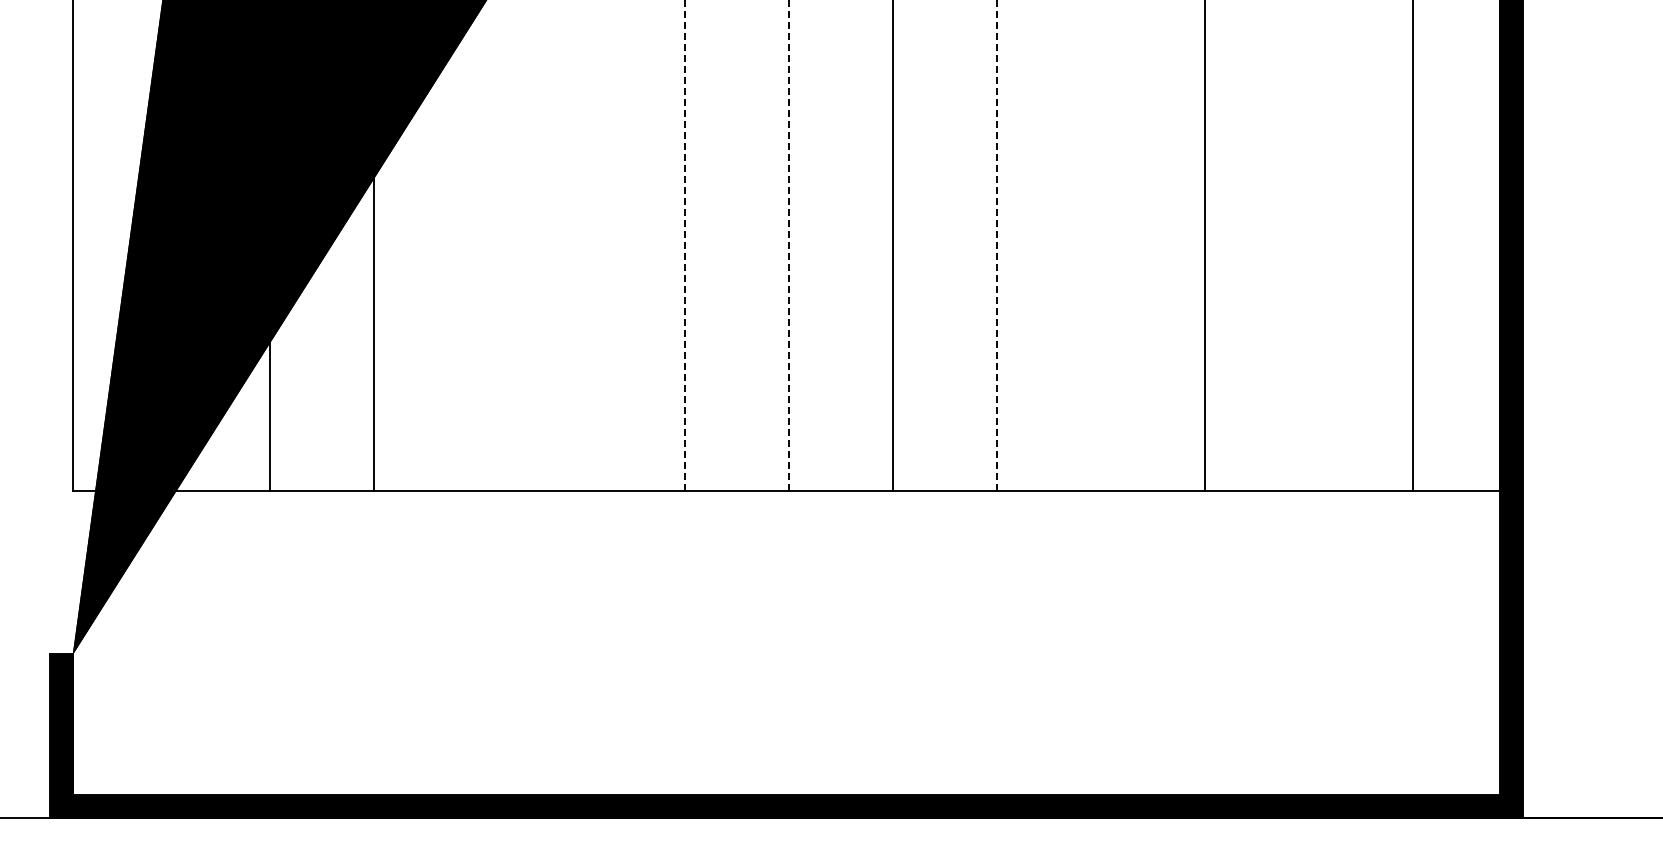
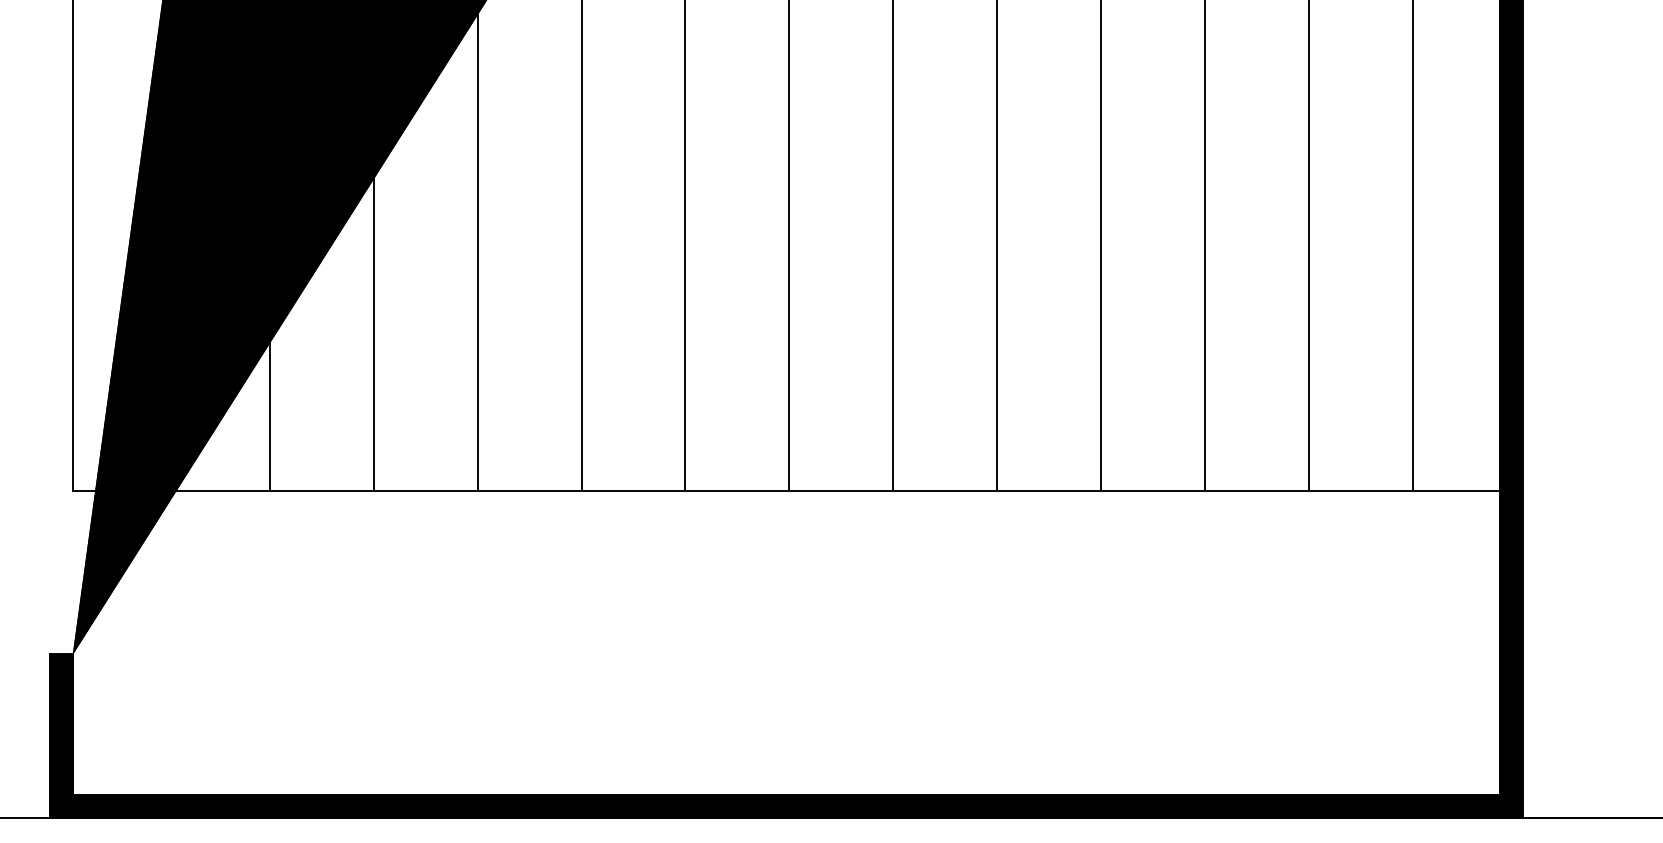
line at (581, 245): none -> present
line at (685, 245): dashed -> solid
line at (789, 245): dashed -> solid
line at (997, 245): dashed -> solid
line at (477, 246): none -> present
line at (1101, 246): none -> present
line at (1308, 246): none -> present
